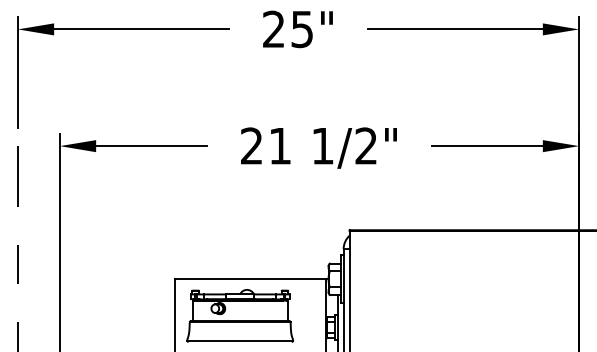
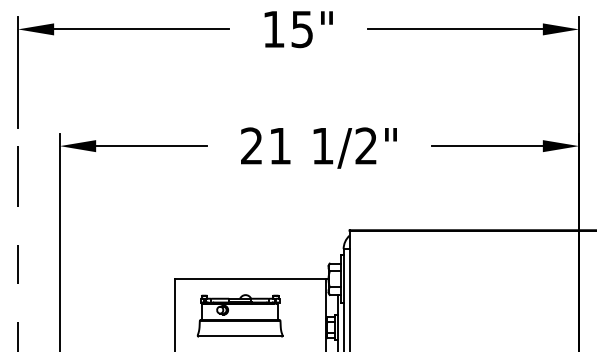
text at (273, 28): 25" -> 15"
part at (239, 315) size: 108x54 px -> 88x44 px
